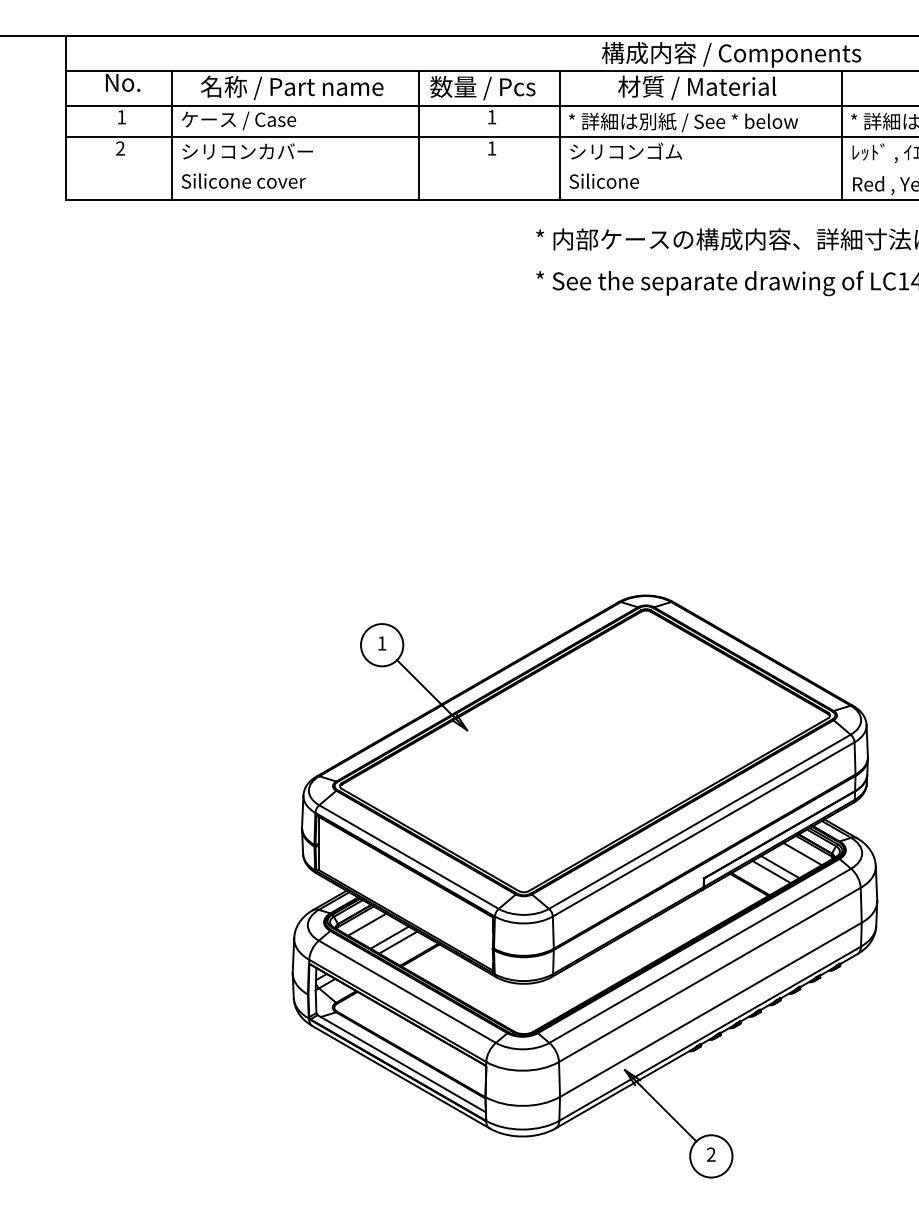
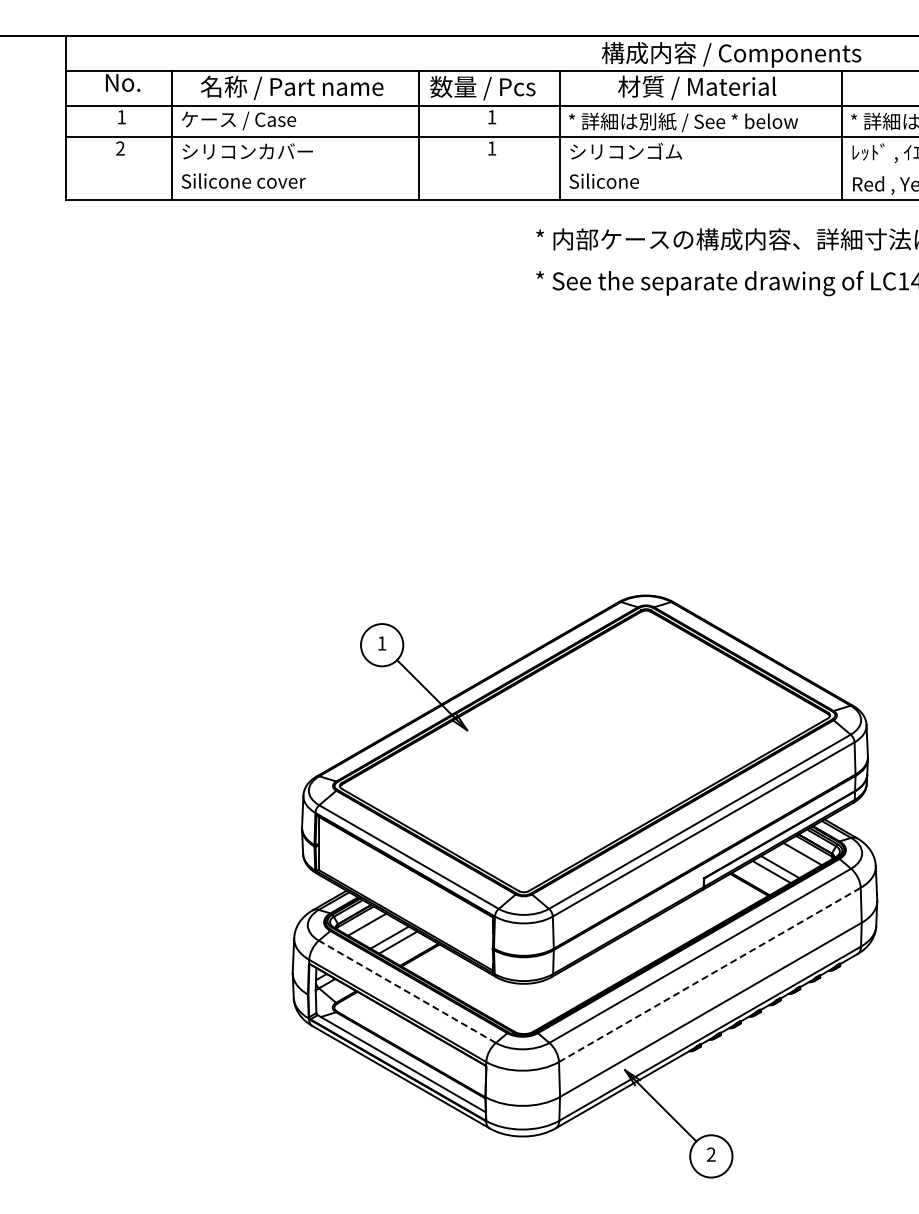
line at (710, 974): solid -> dashed
line at (406, 991): solid -> dashed
